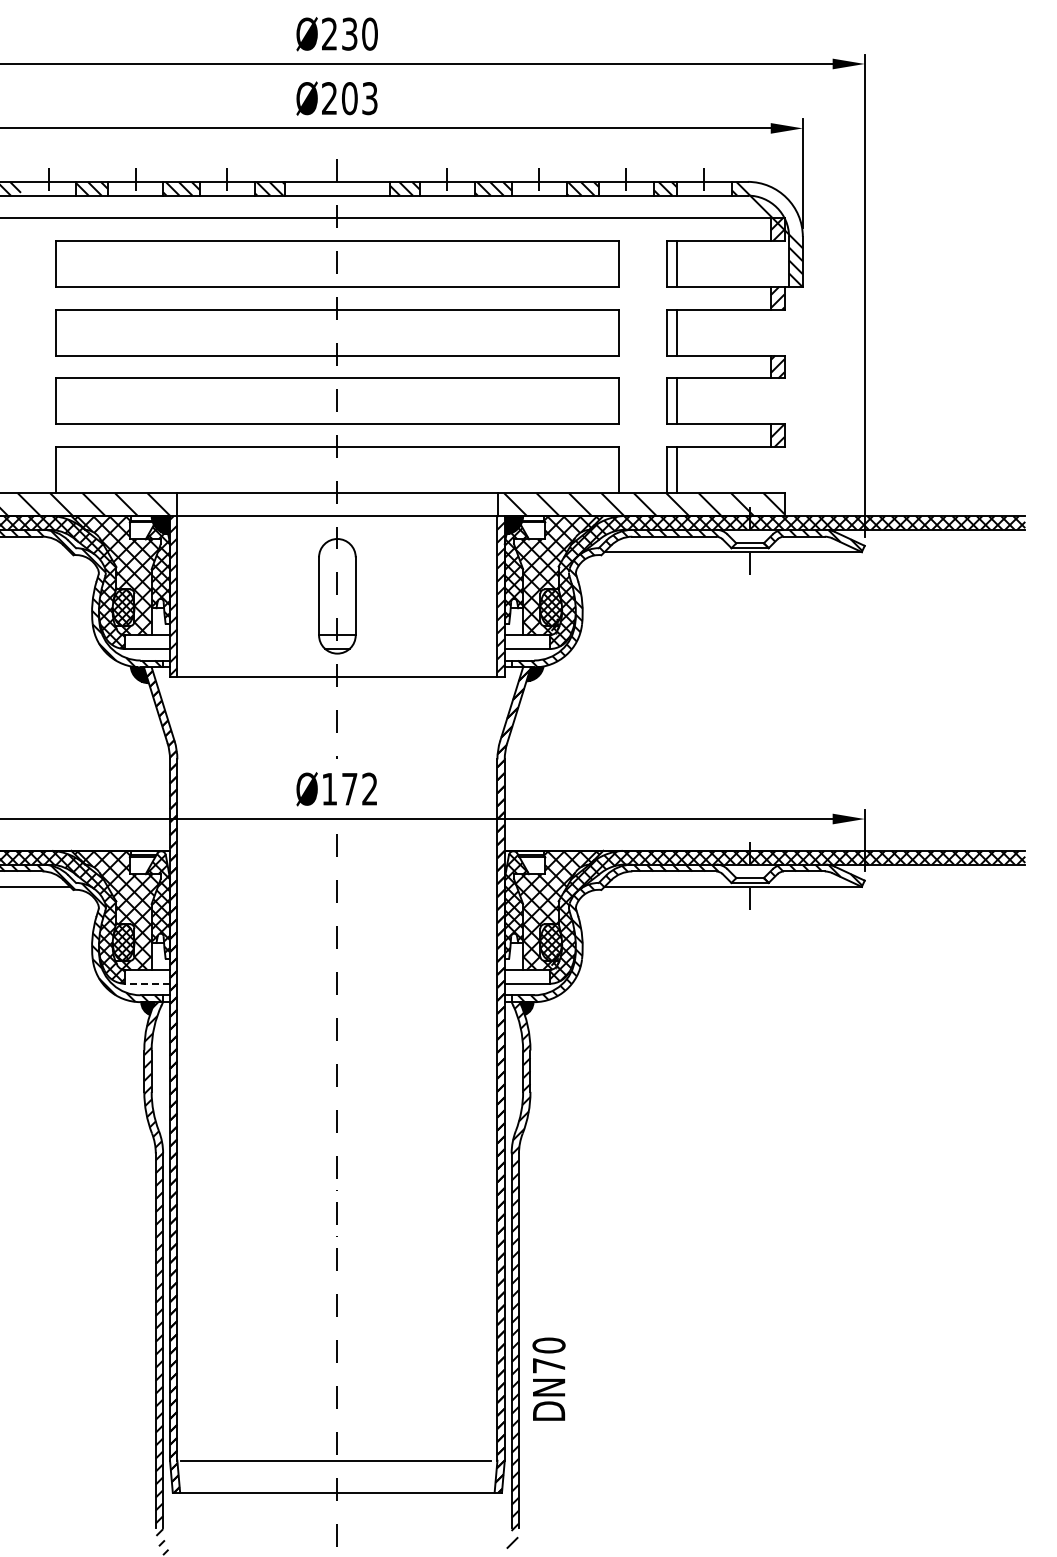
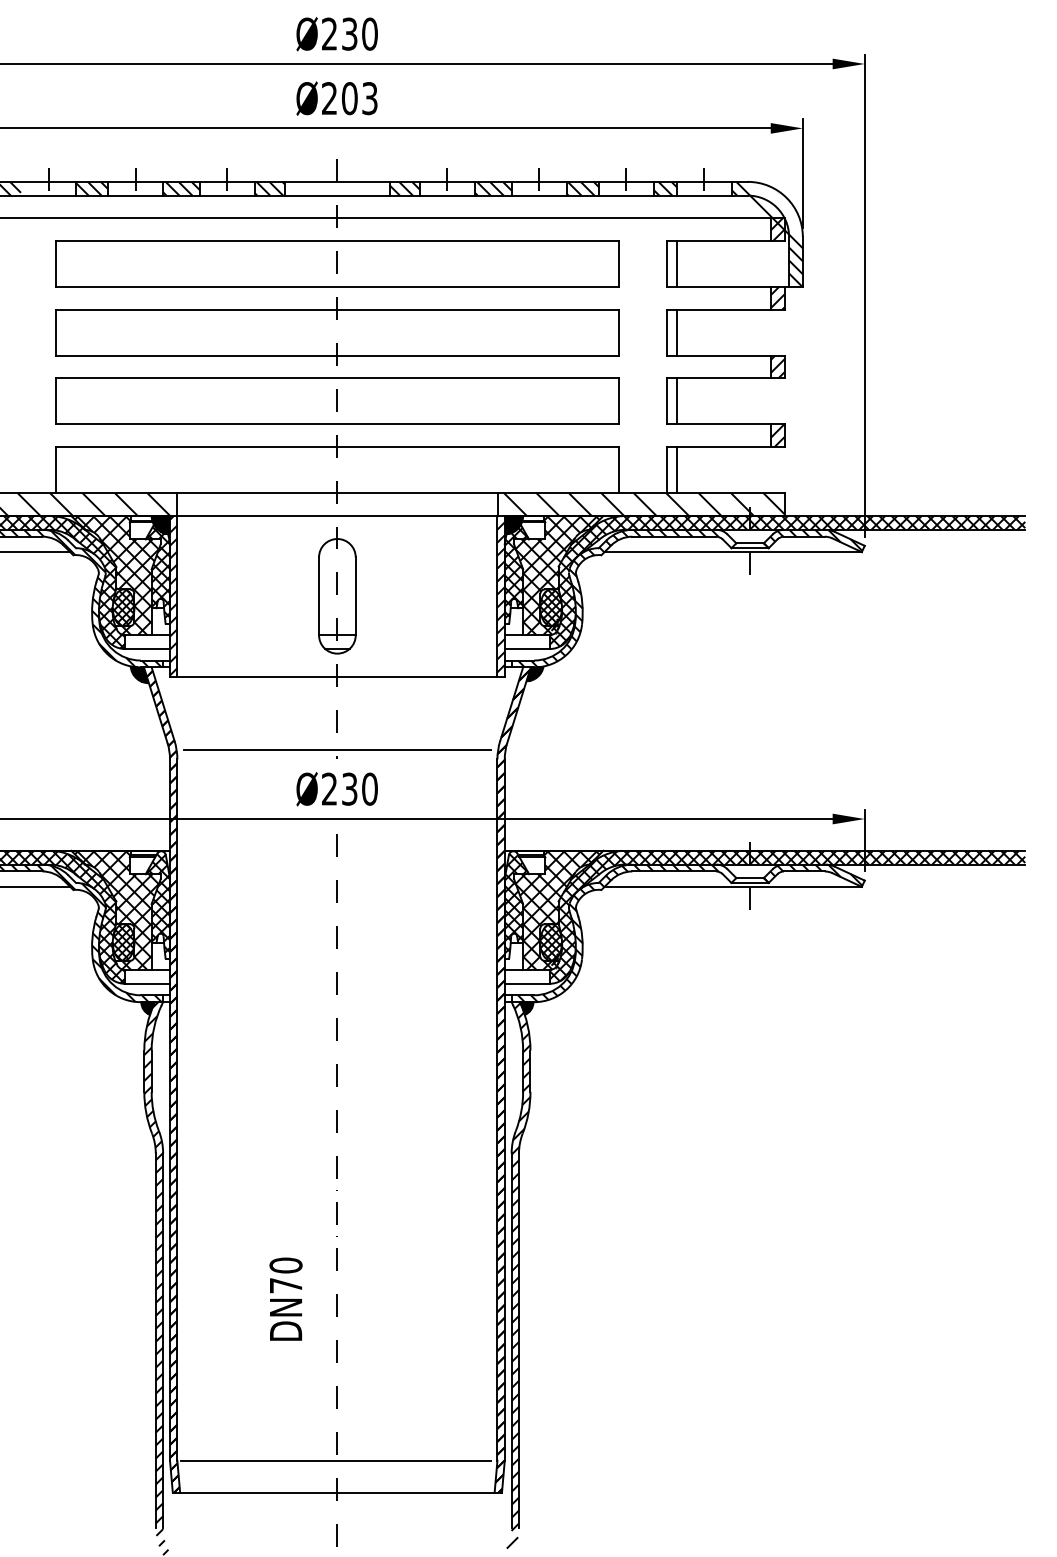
line at (36, 552): none -> present
line at (337, 749): none -> present
text at (349, 788): Ø172 -> Ø230
line at (147, 983): dashed -> solid
text at (548, 1378) position: (548, 1378) -> (285, 1298)
